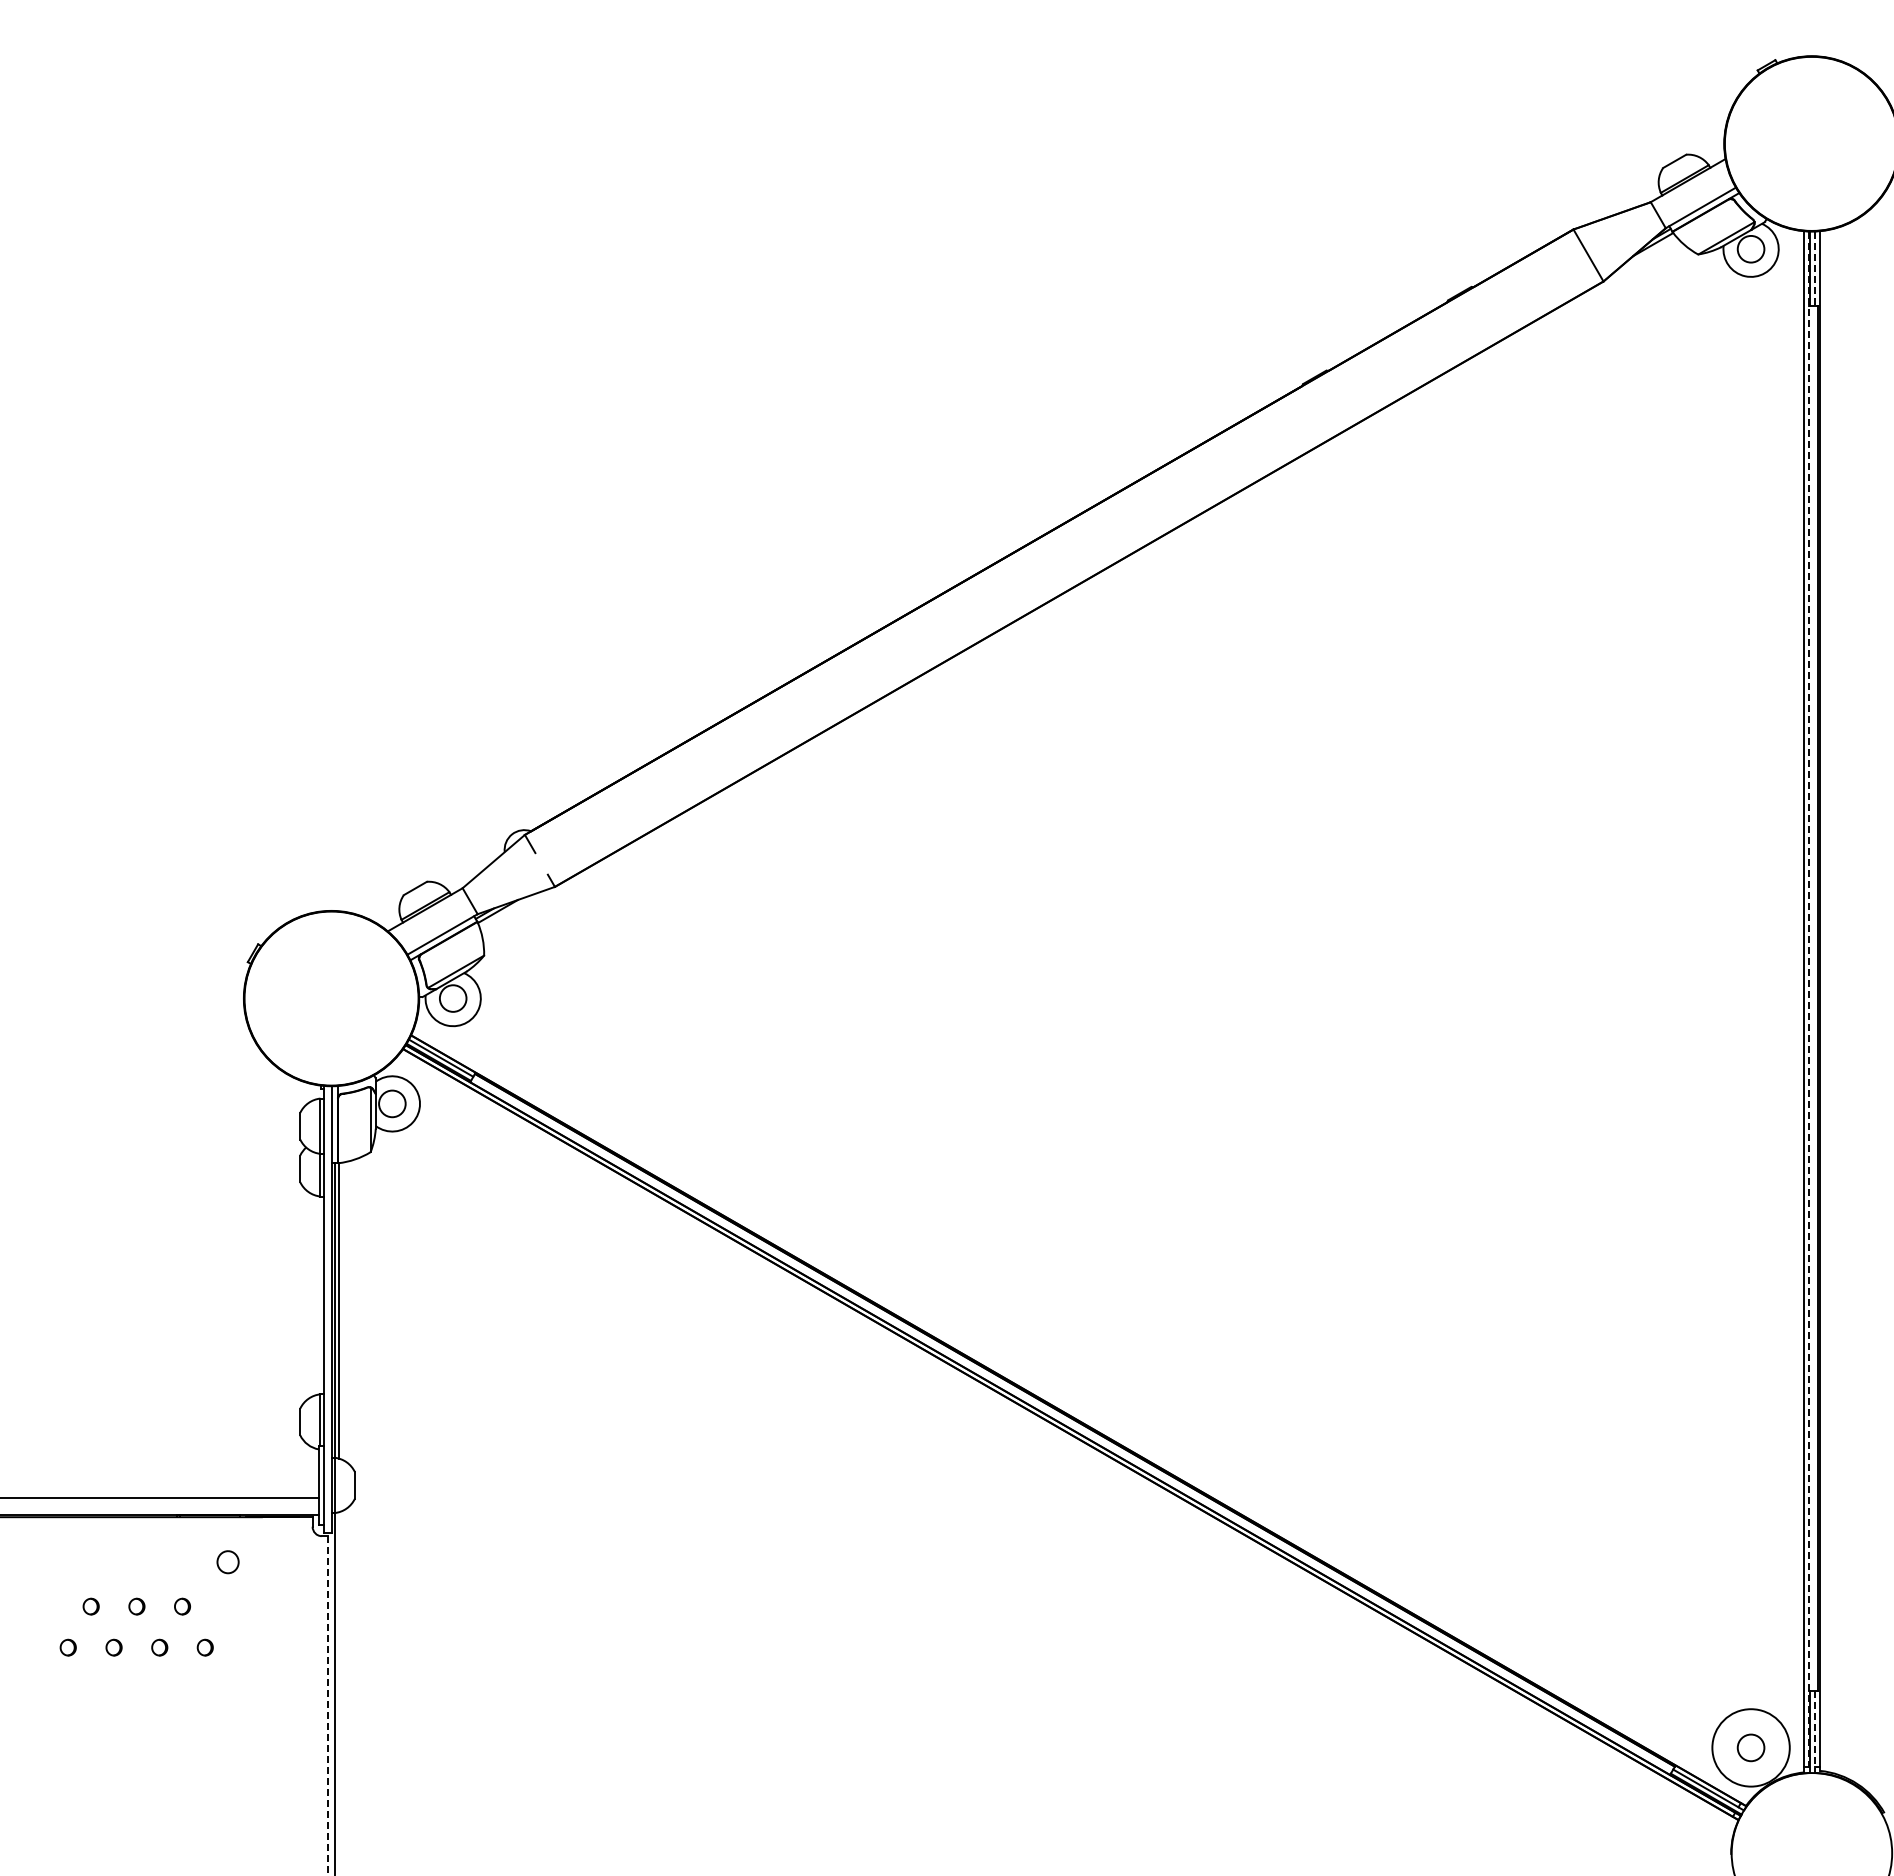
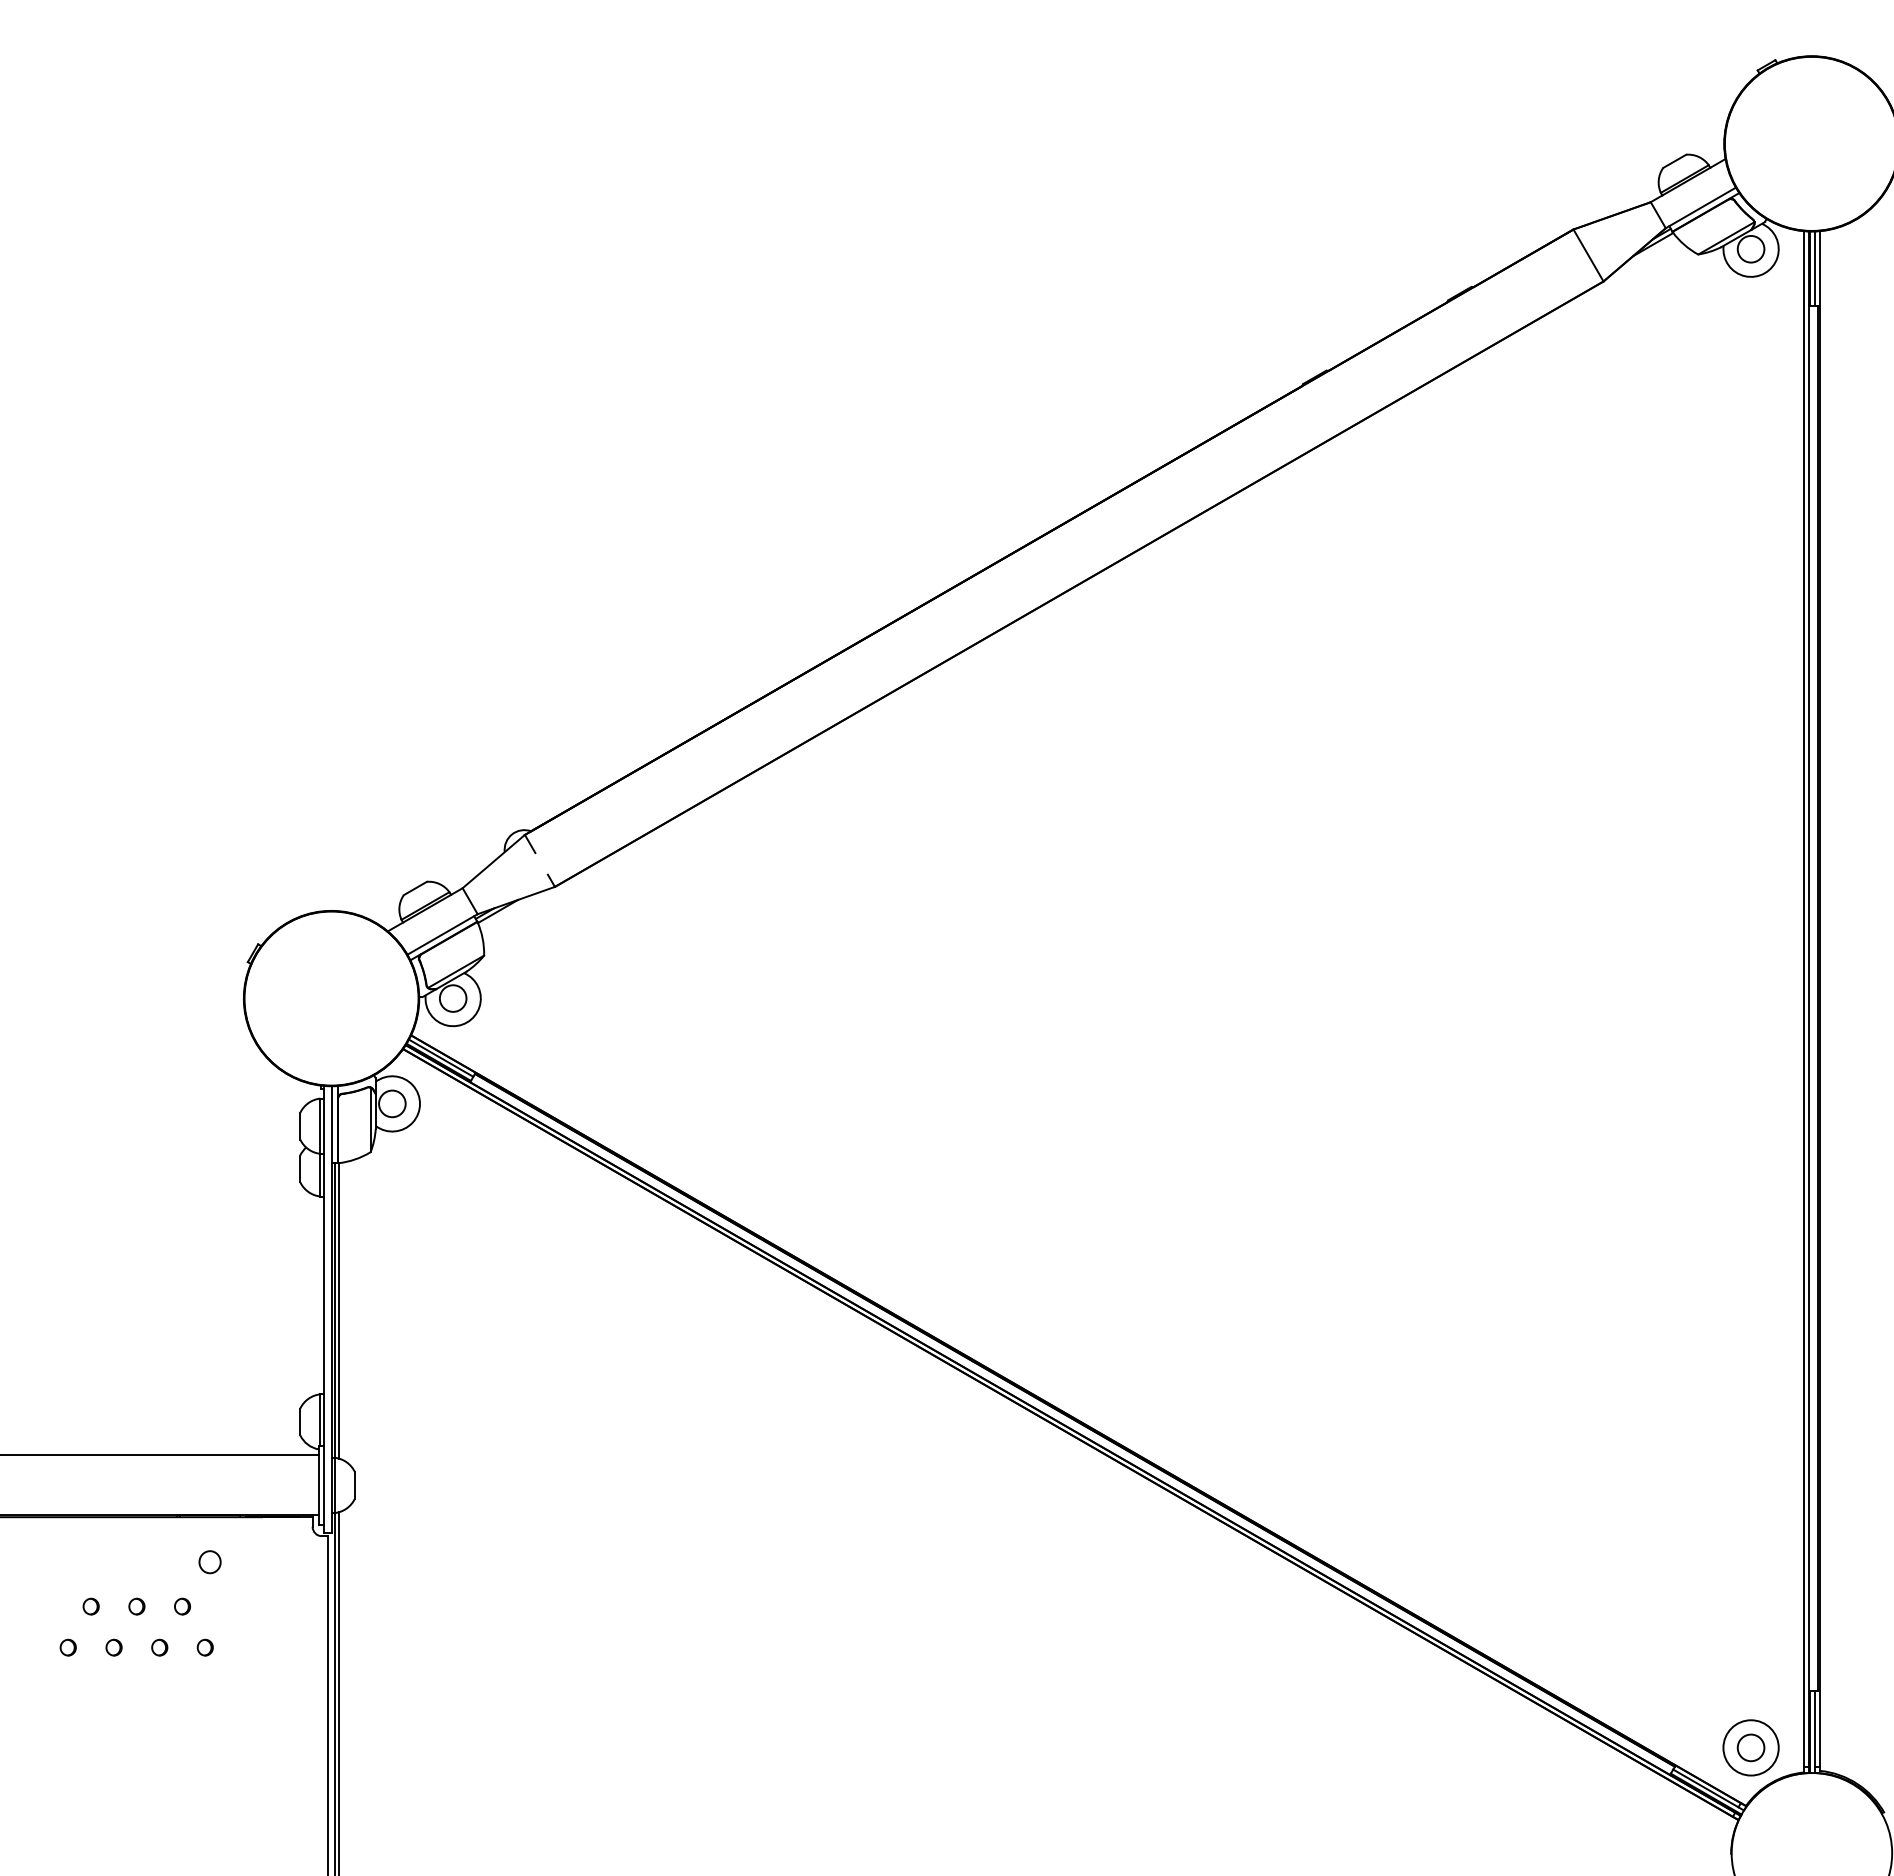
line at (1815, 269): dashed -> solid
line at (1808, 1002): dashed -> solid
line at (160, 1498) position: (160, 1498) -> (160, 1455)
part at (227, 1562) position: (227, 1562) -> (209, 1562)
line at (339, 1692): none -> present
line at (327, 1706): dashed -> solid
line at (1815, 1732): dashed -> solid
circle at (1750, 1747) diameter: 77 px -> 55 px
